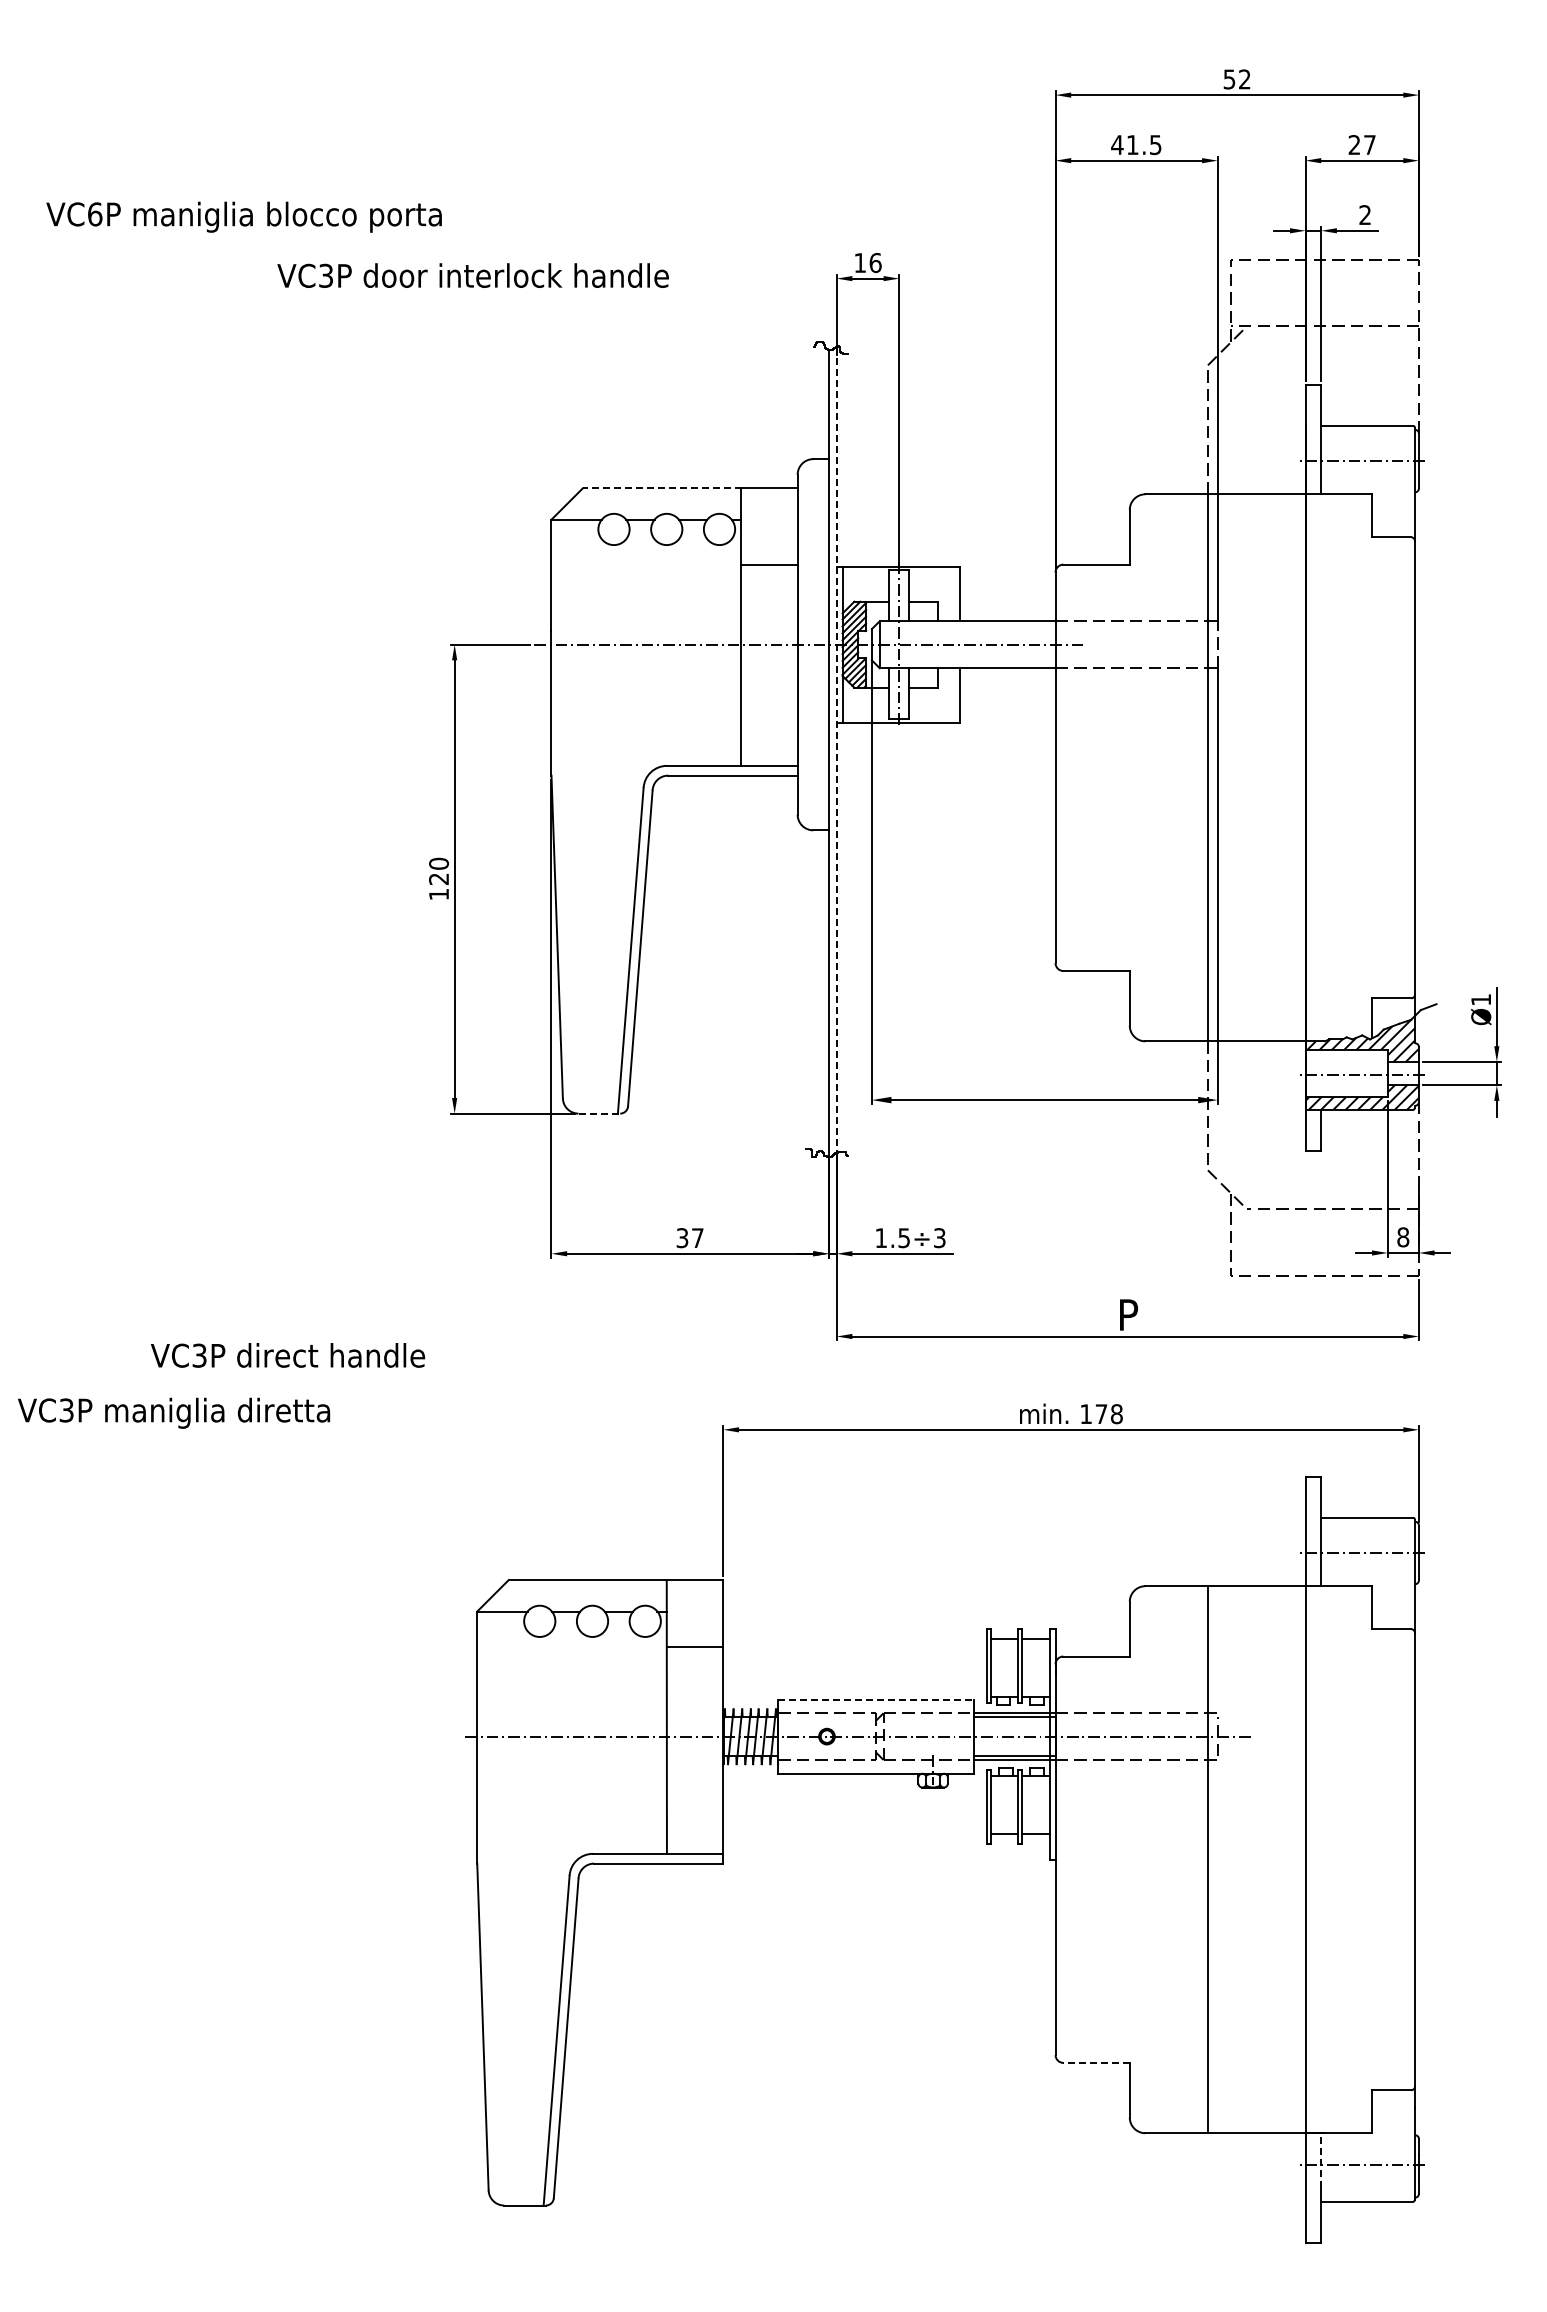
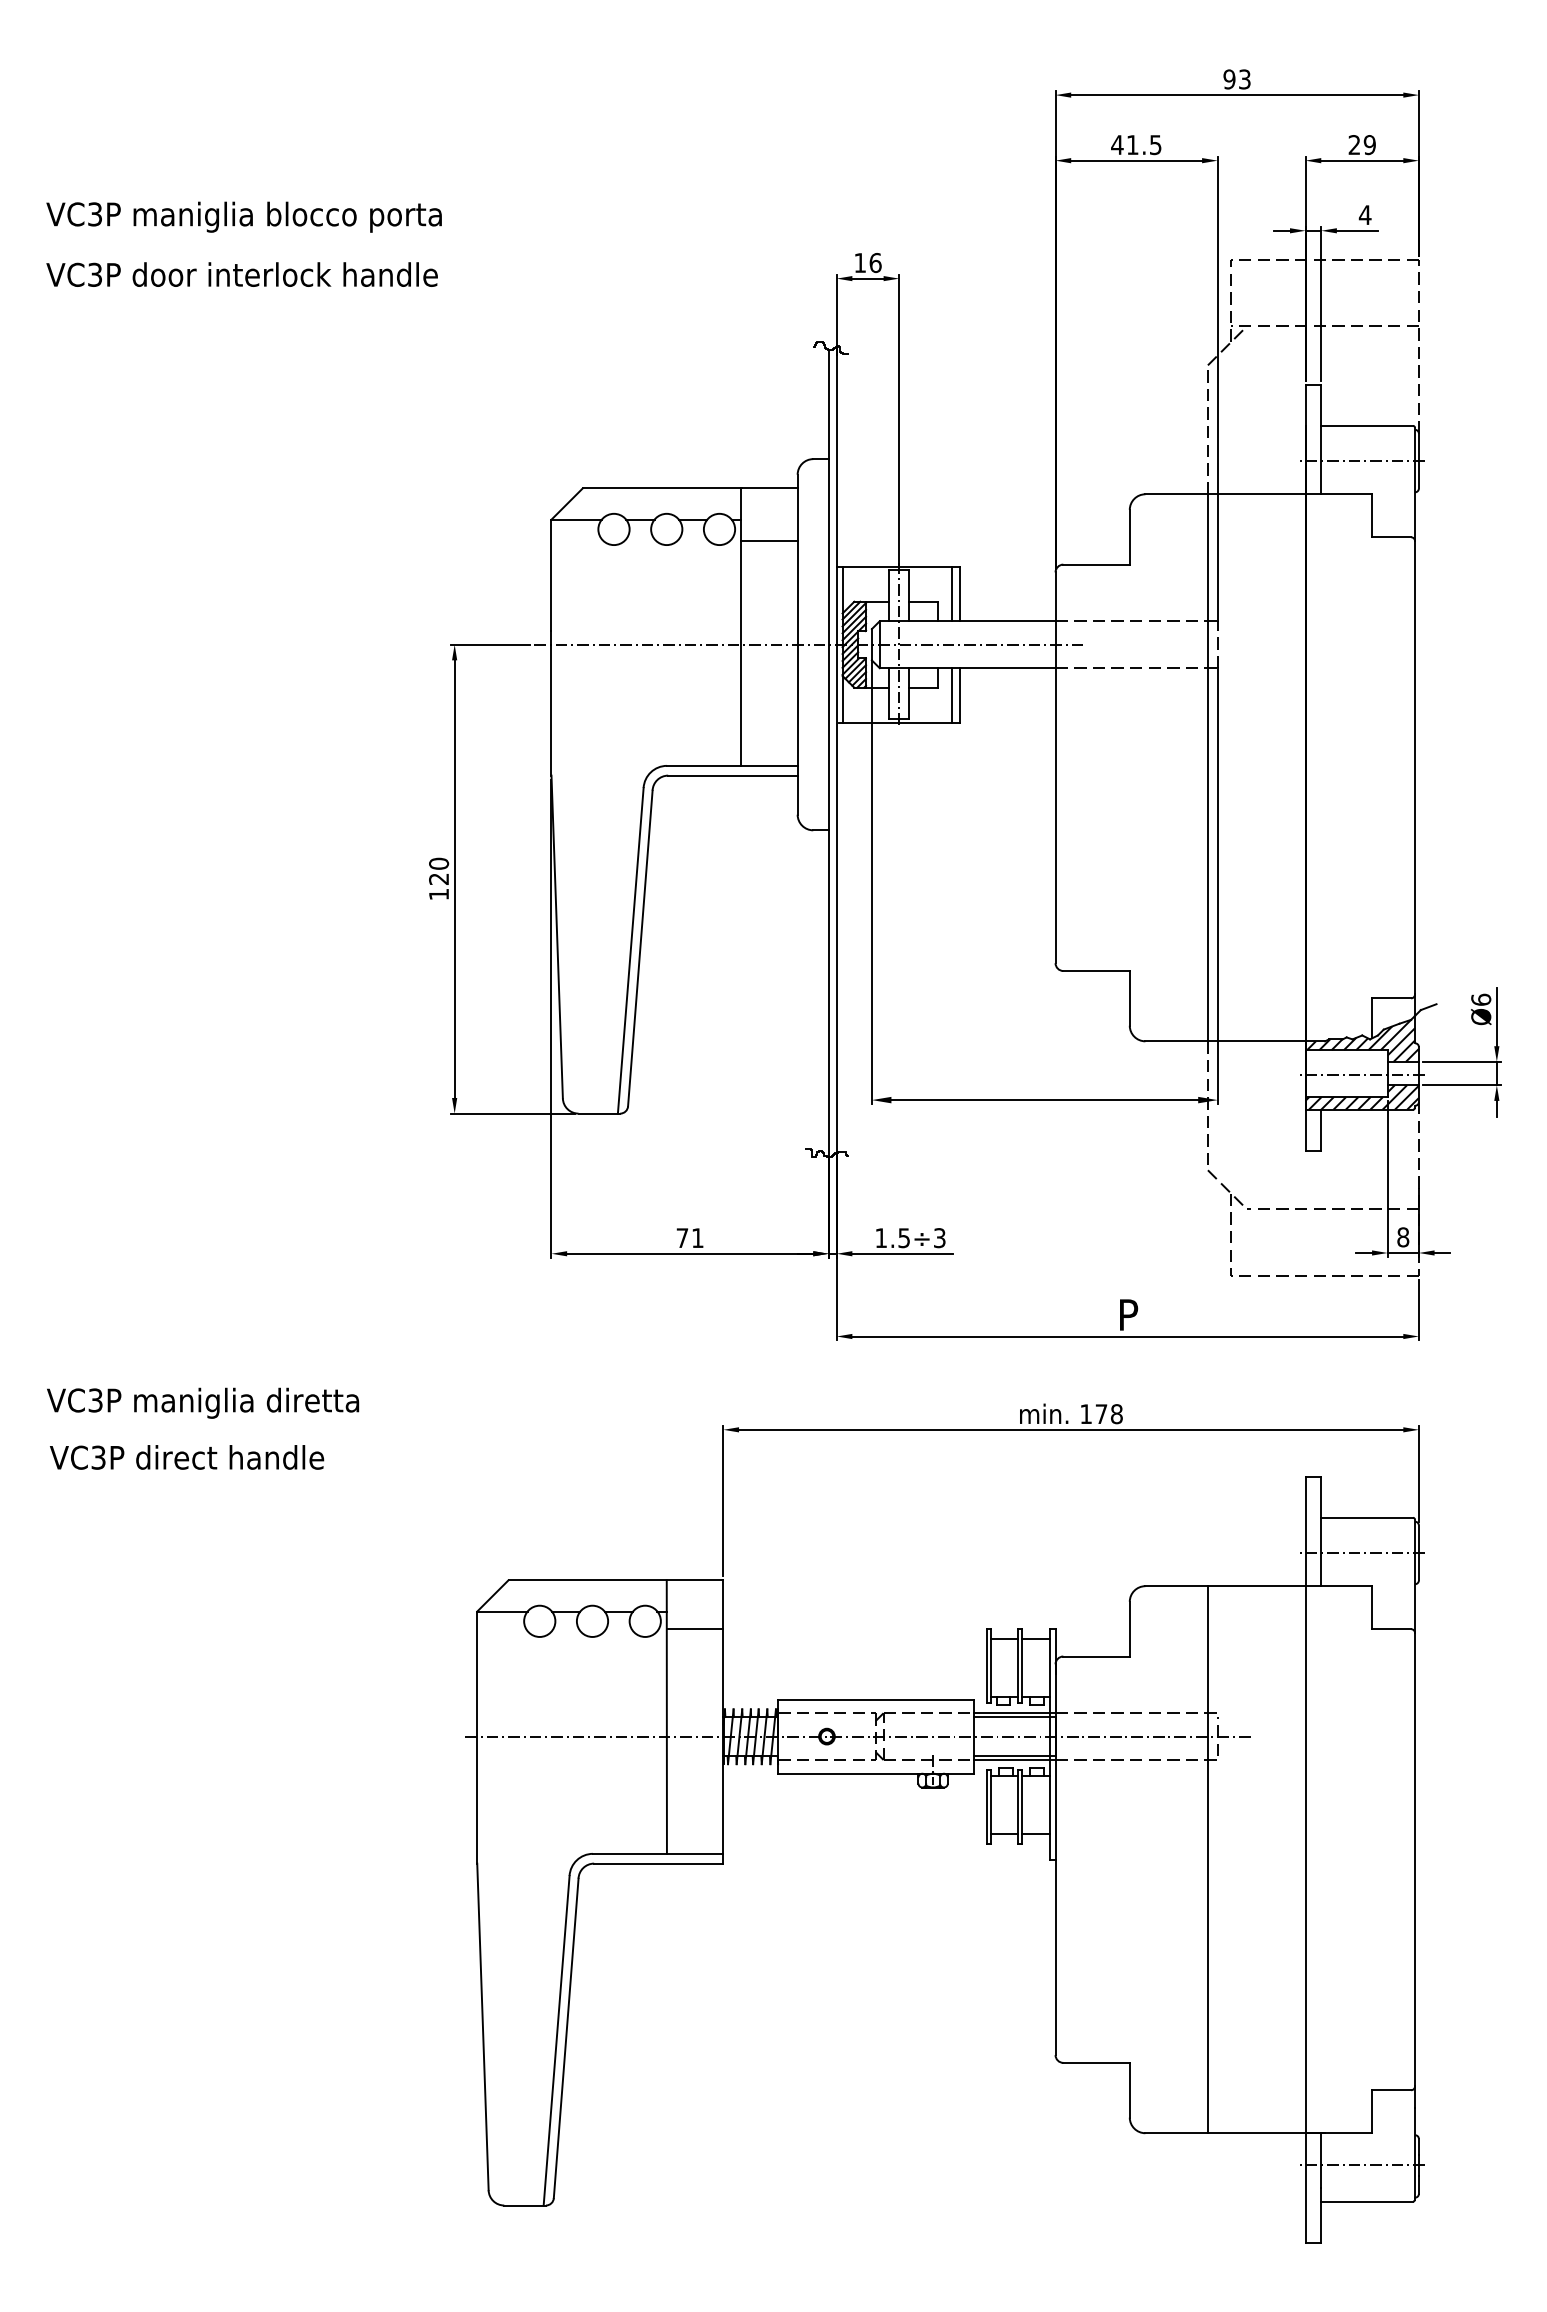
text at (1236, 79): 52 -> 93
text at (1369, 145): 27 -> 29
text at (95, 214): VC6P -> VC3P
text at (1364, 214): 2 -> 4
text at (472, 275) position: (472, 275) -> (241, 274)
line at (662, 488): dashed -> solid
line at (769, 565) position: (769, 565) -> (769, 541)
line at (952, 593): none -> present
line at (952, 695): none -> present
line at (836, 750): dashed -> solid
text at (1481, 999): Ø1 -> Ø6
line at (599, 1113): dashed -> solid
text at (689, 1238): 37 -> 71
text at (288, 1355) position: (288, 1355) -> (187, 1457)
text at (174, 1412) position: (174, 1412) -> (203, 1402)
line at (694, 1647) position: (694, 1647) -> (694, 1629)
line at (875, 1699): dashed -> solid
line at (1096, 2062): dashed -> solid
line at (1321, 2160): dashed -> solid
